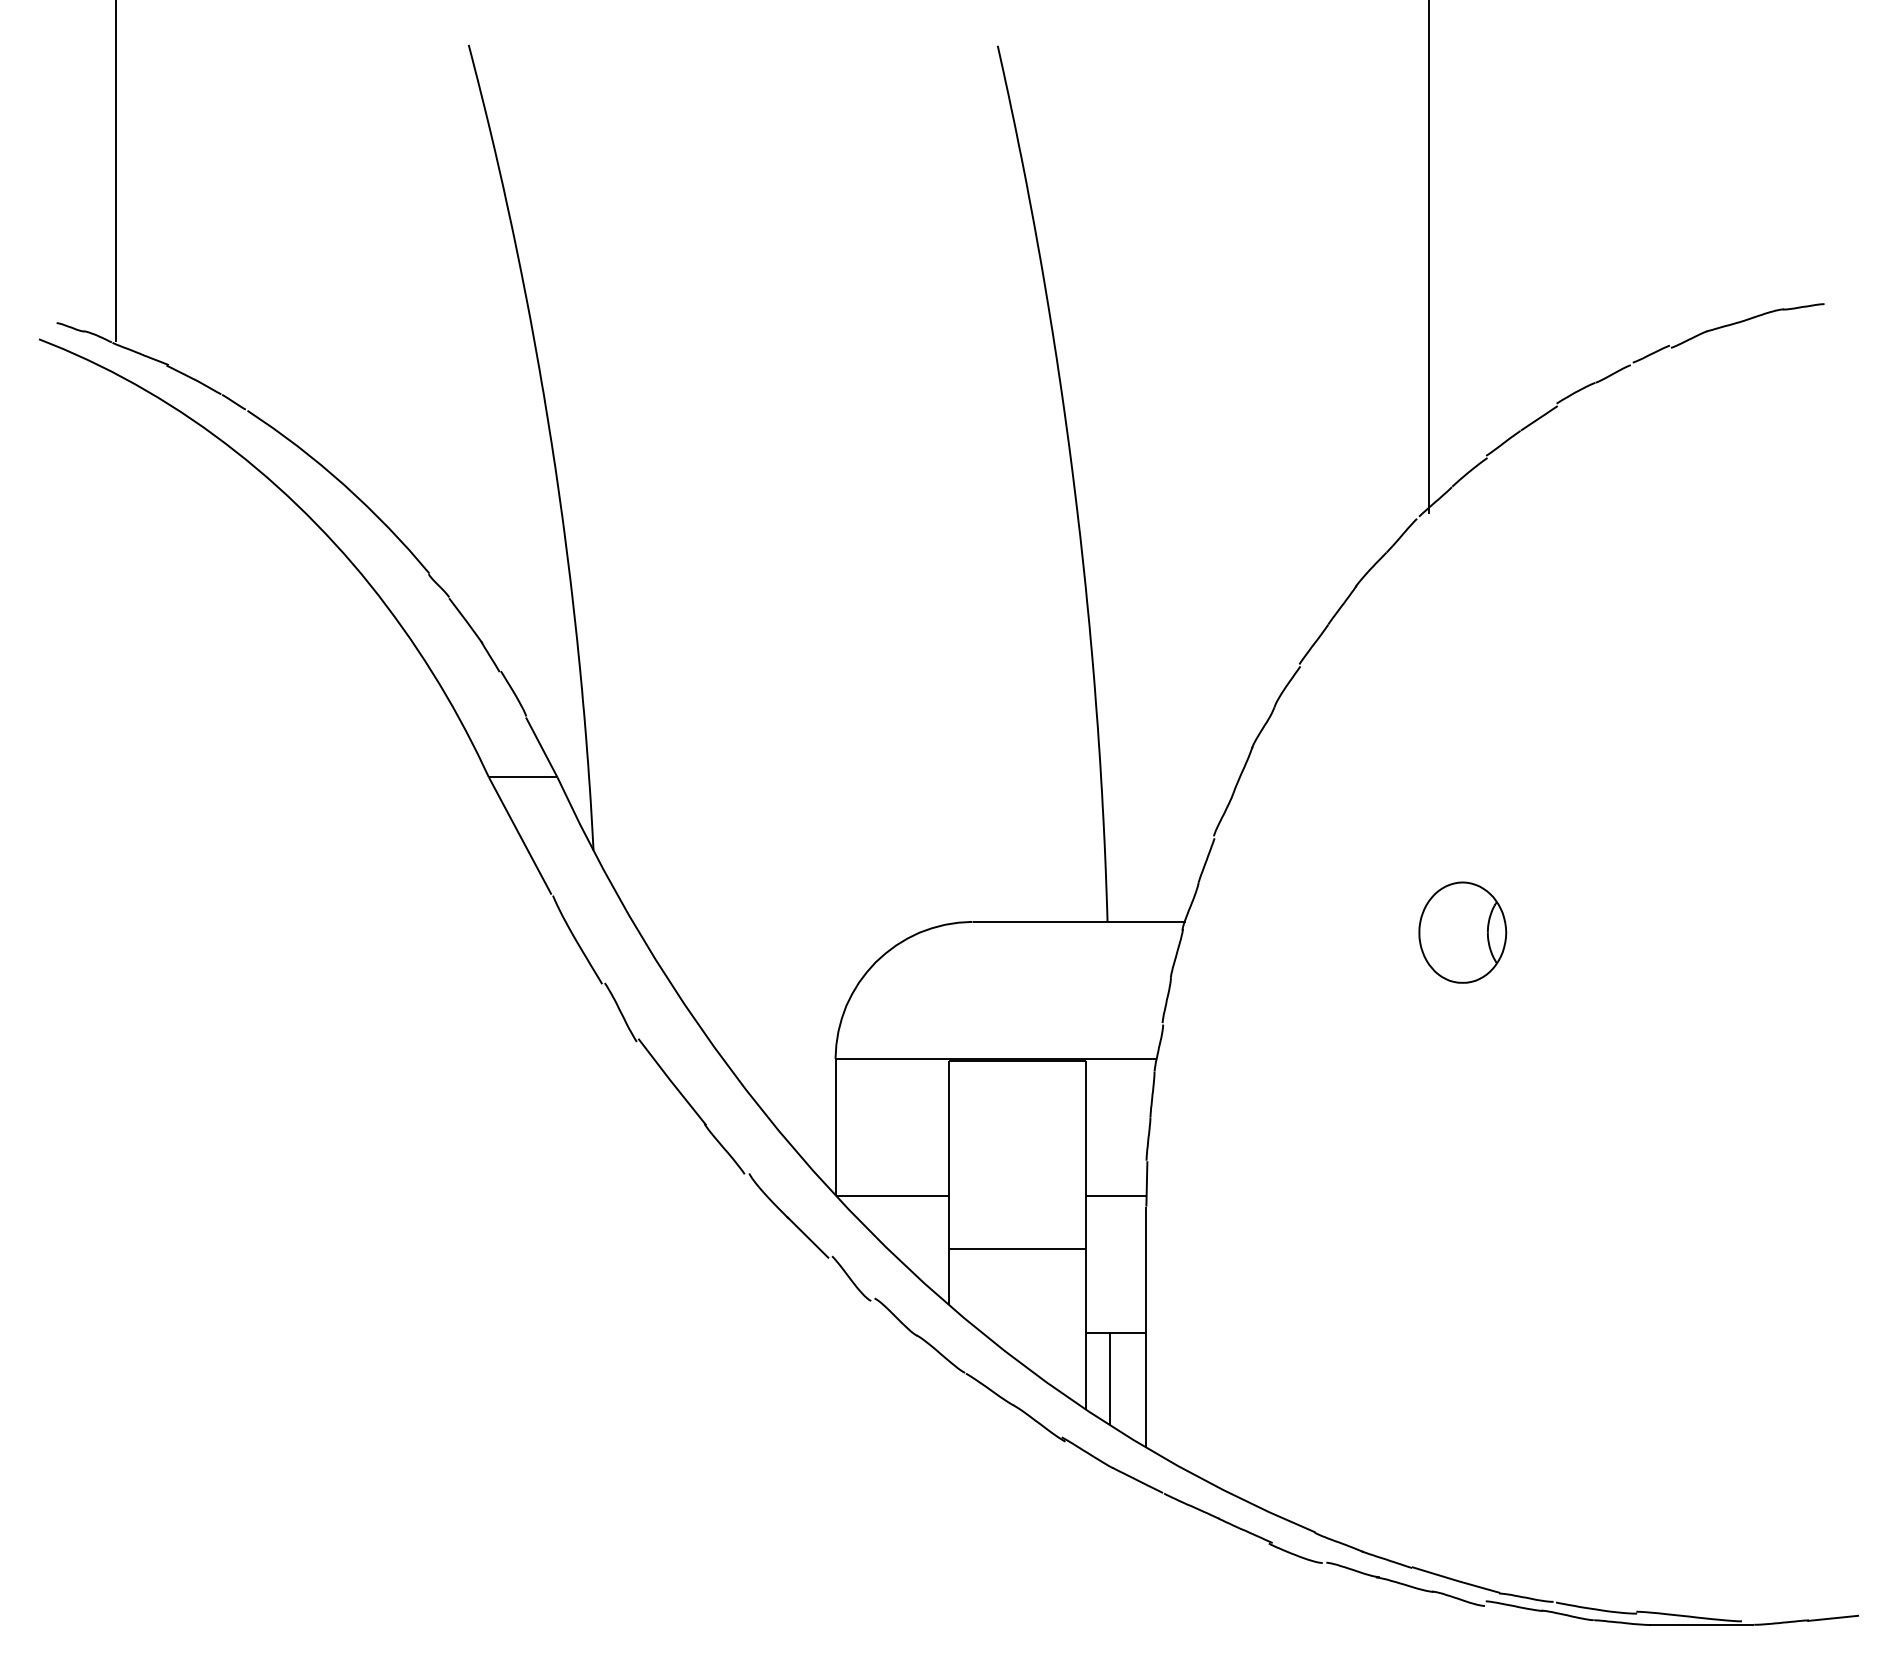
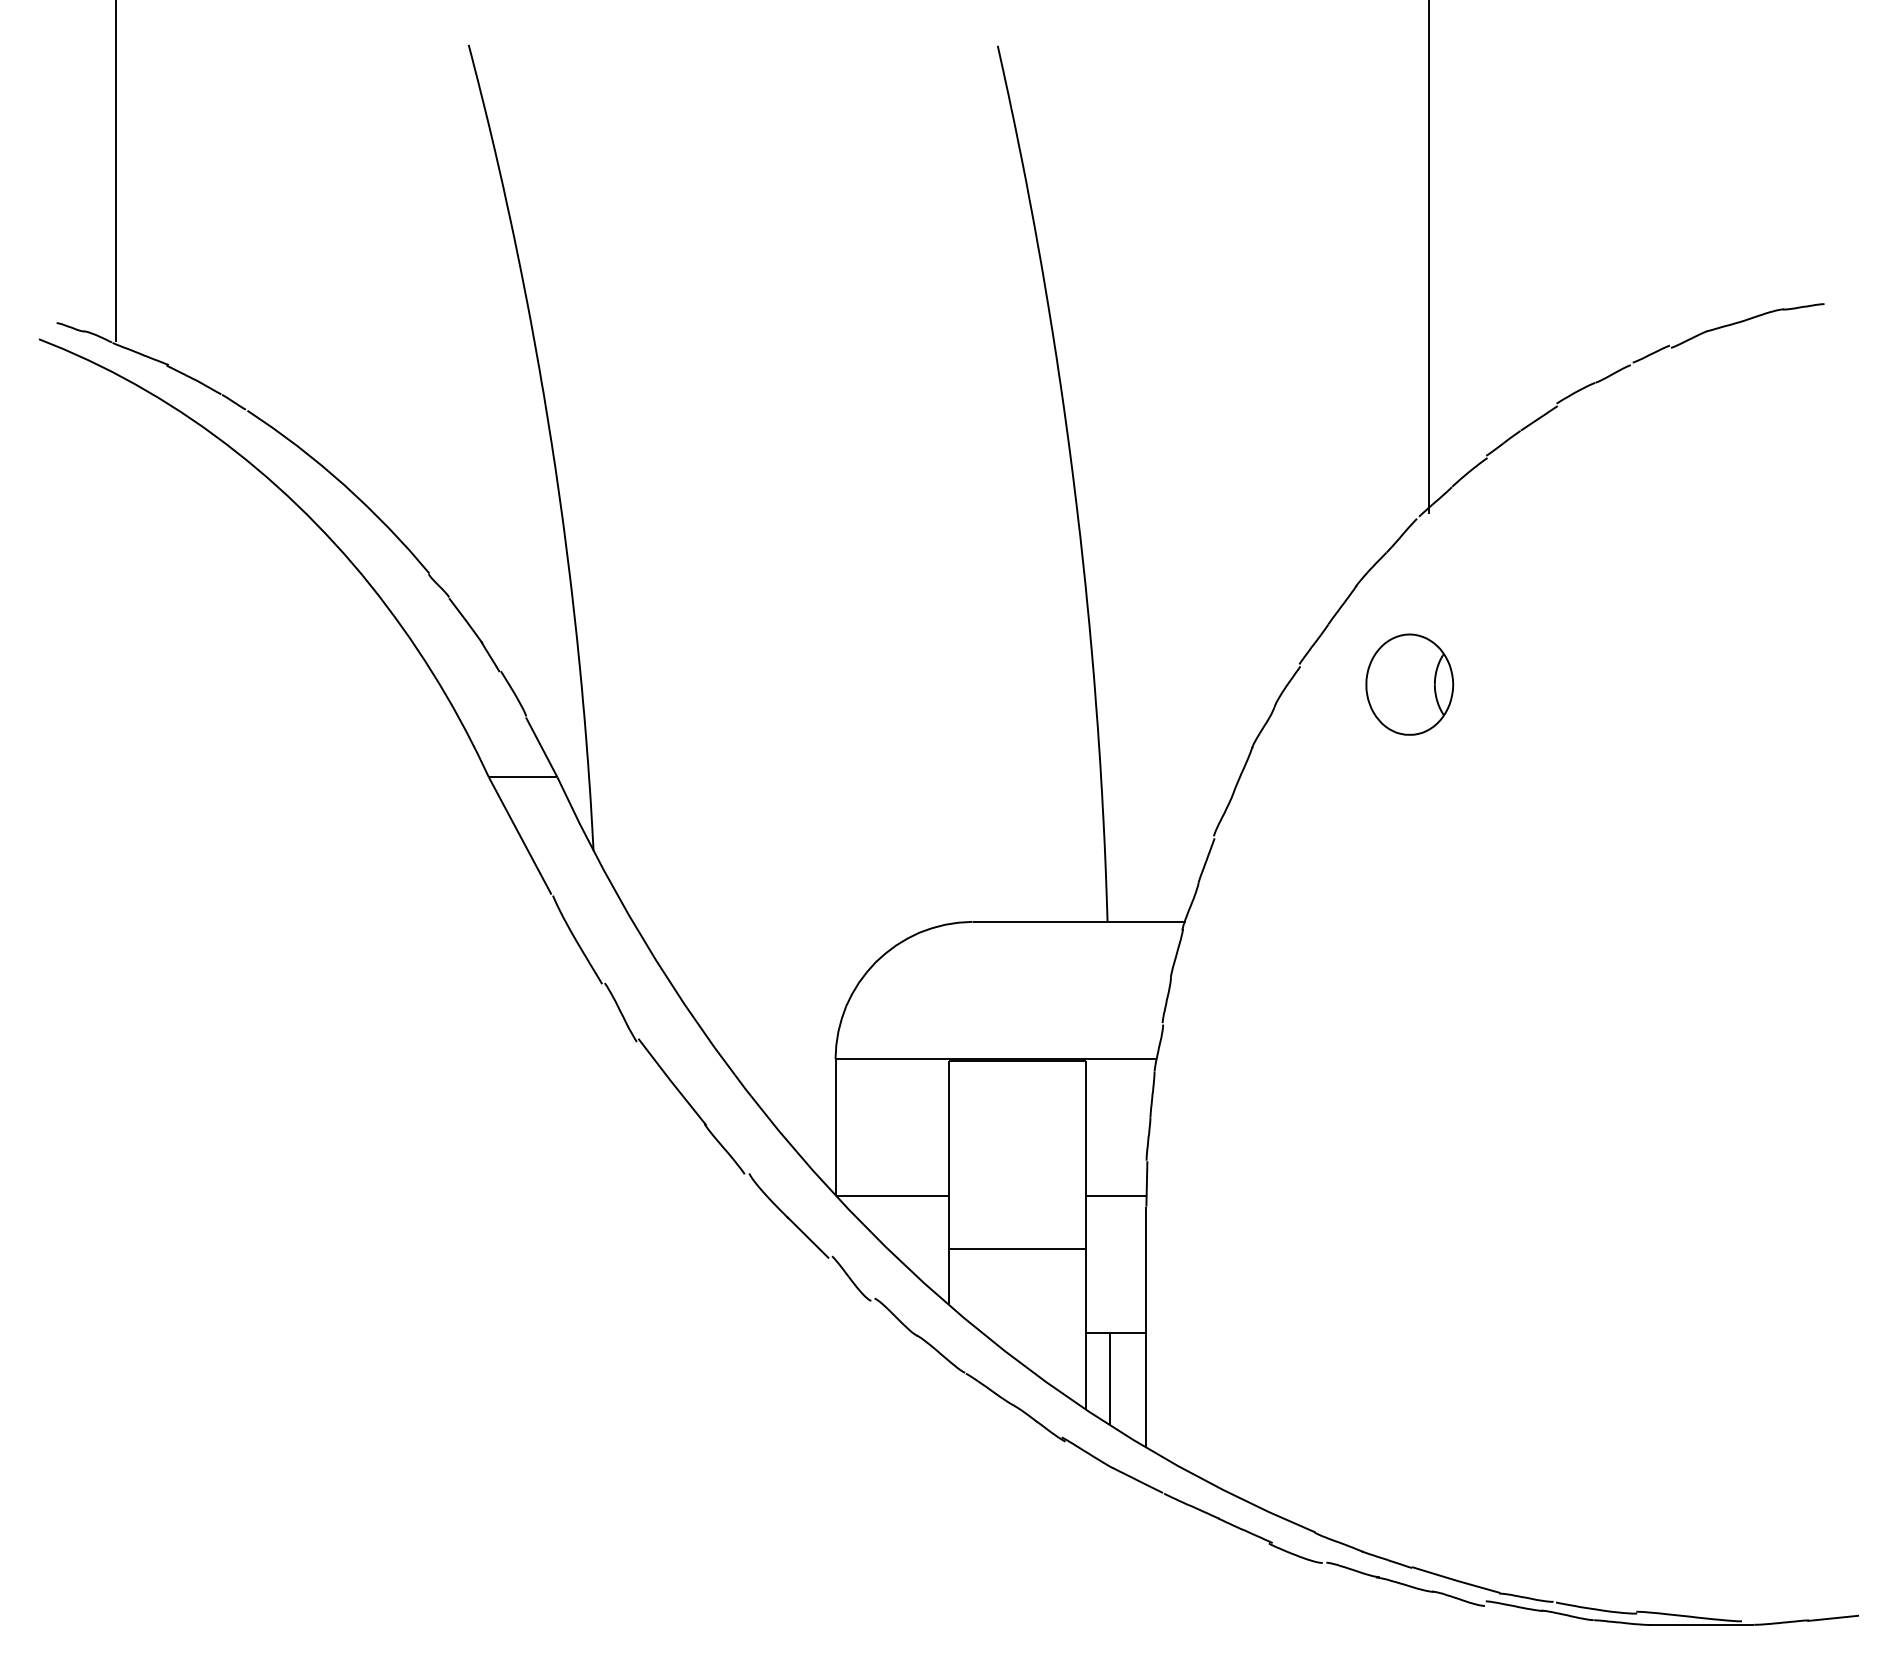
part at (1462, 932) position: (1462, 932) -> (1409, 684)
